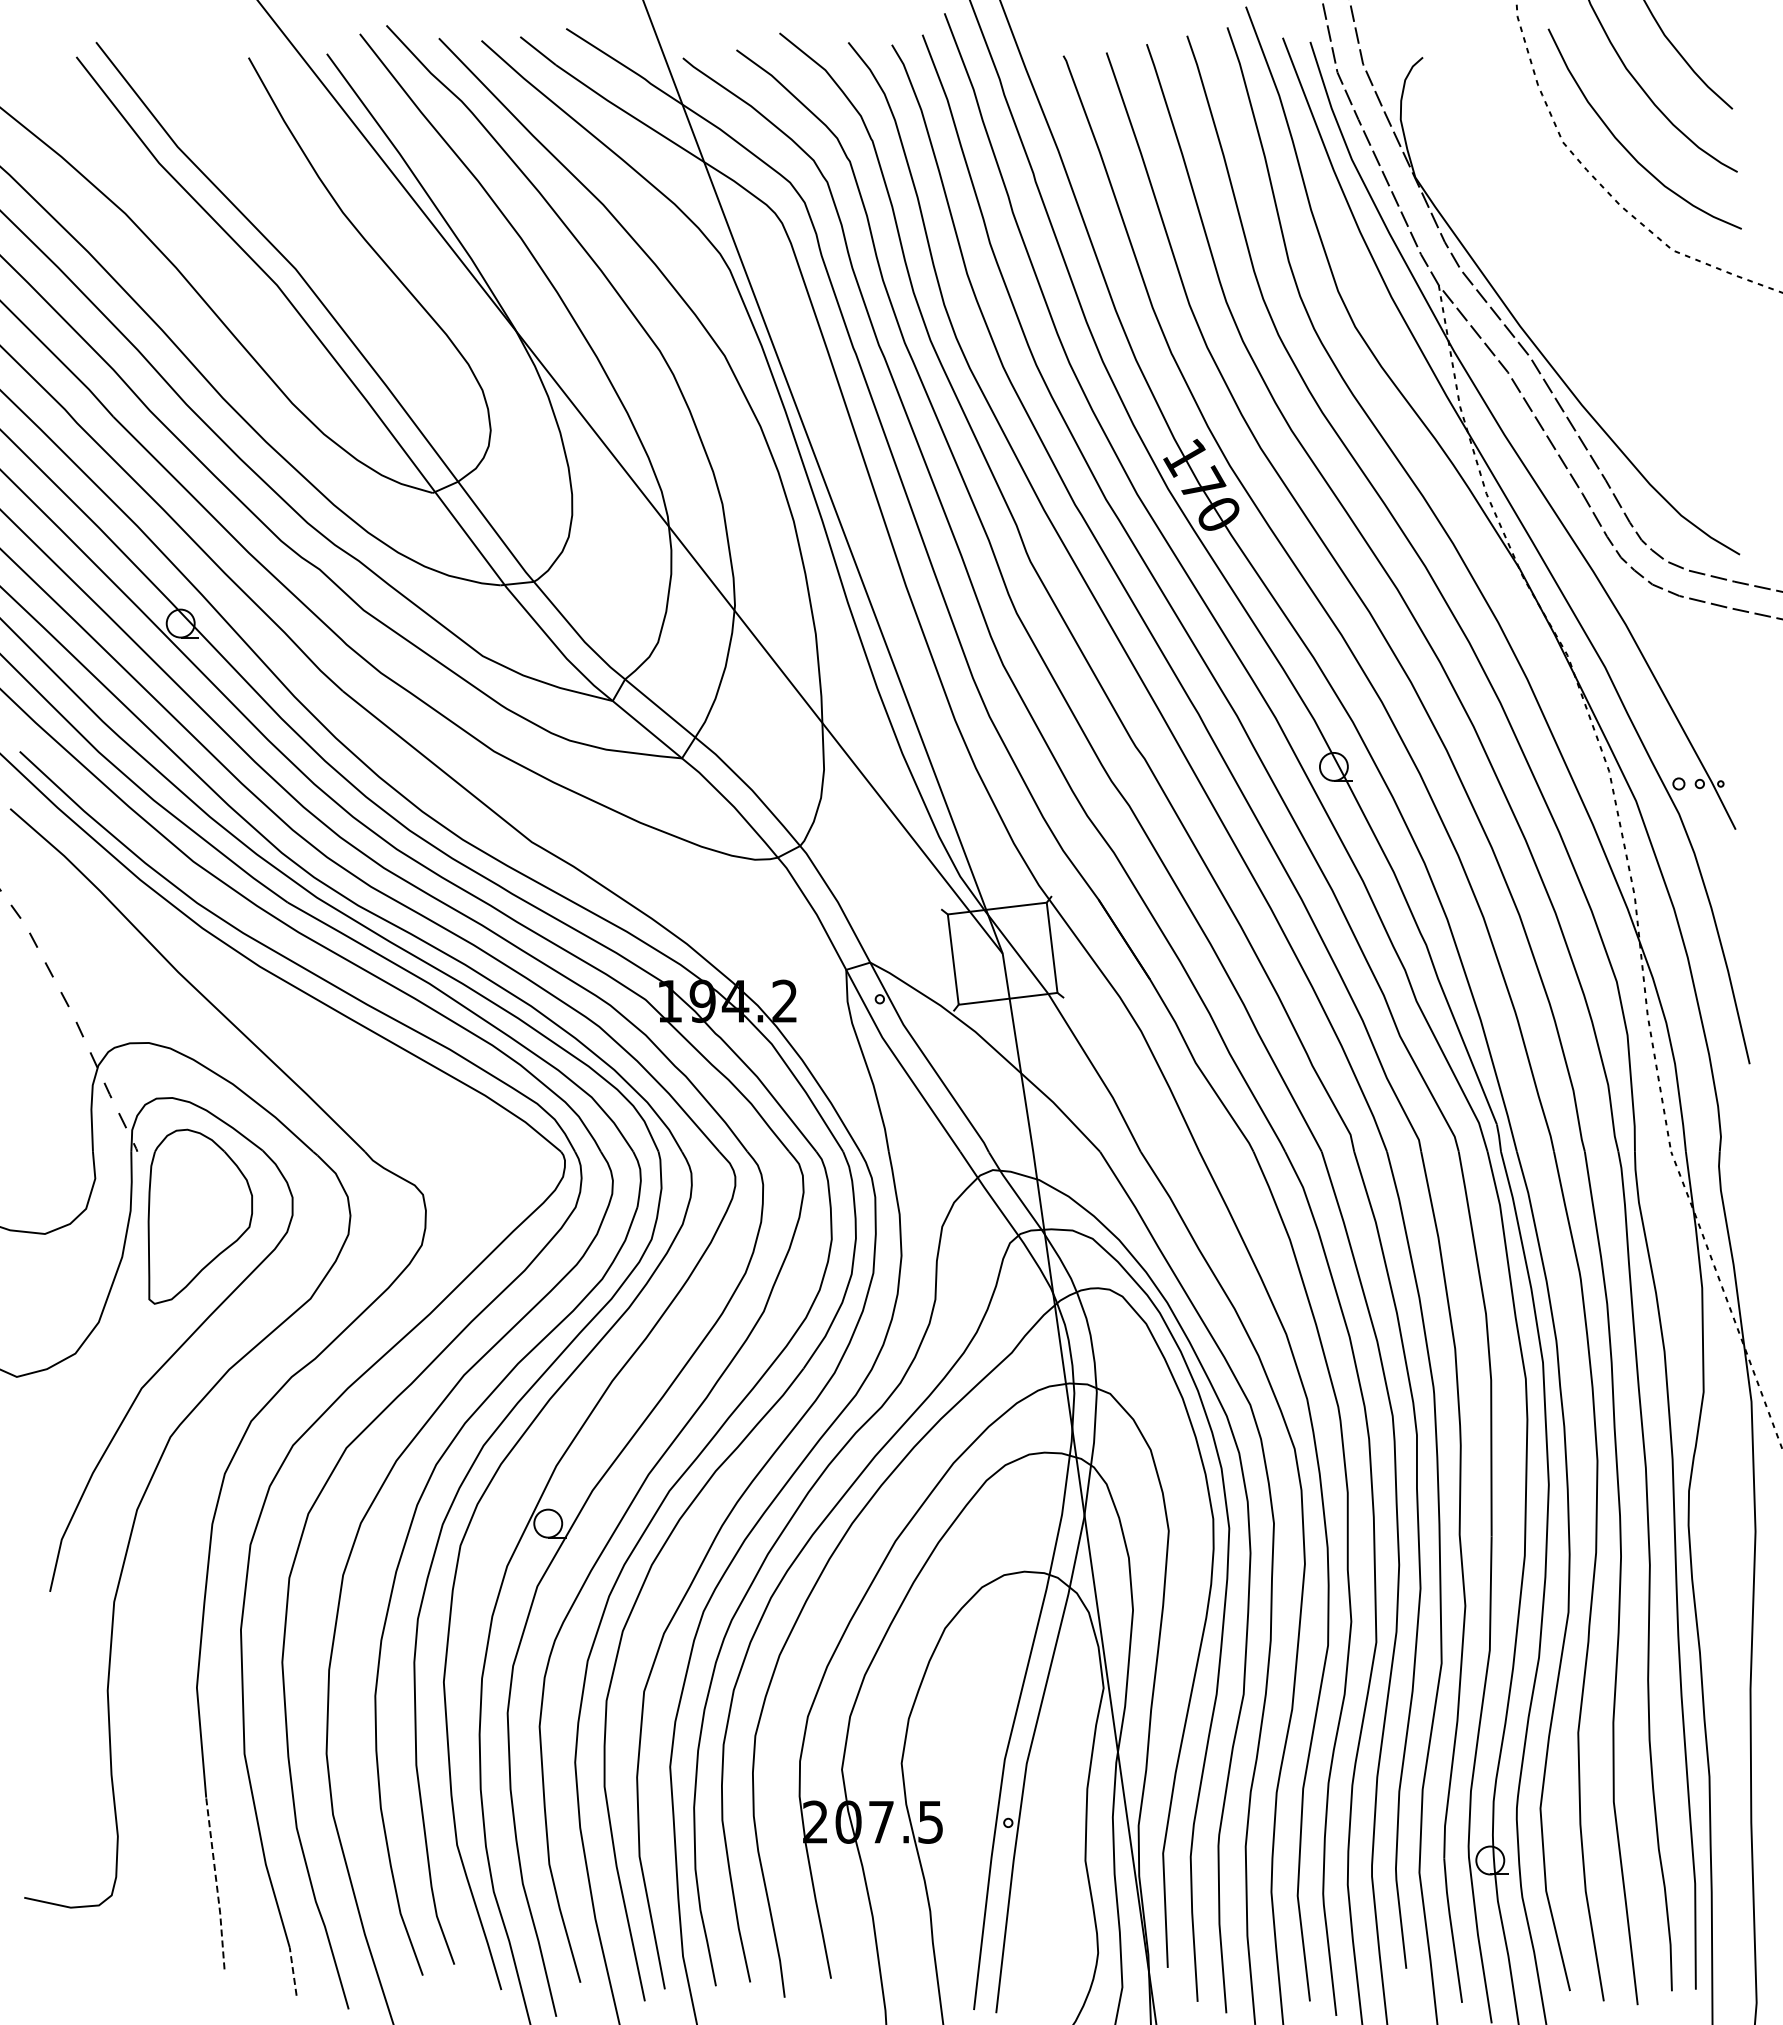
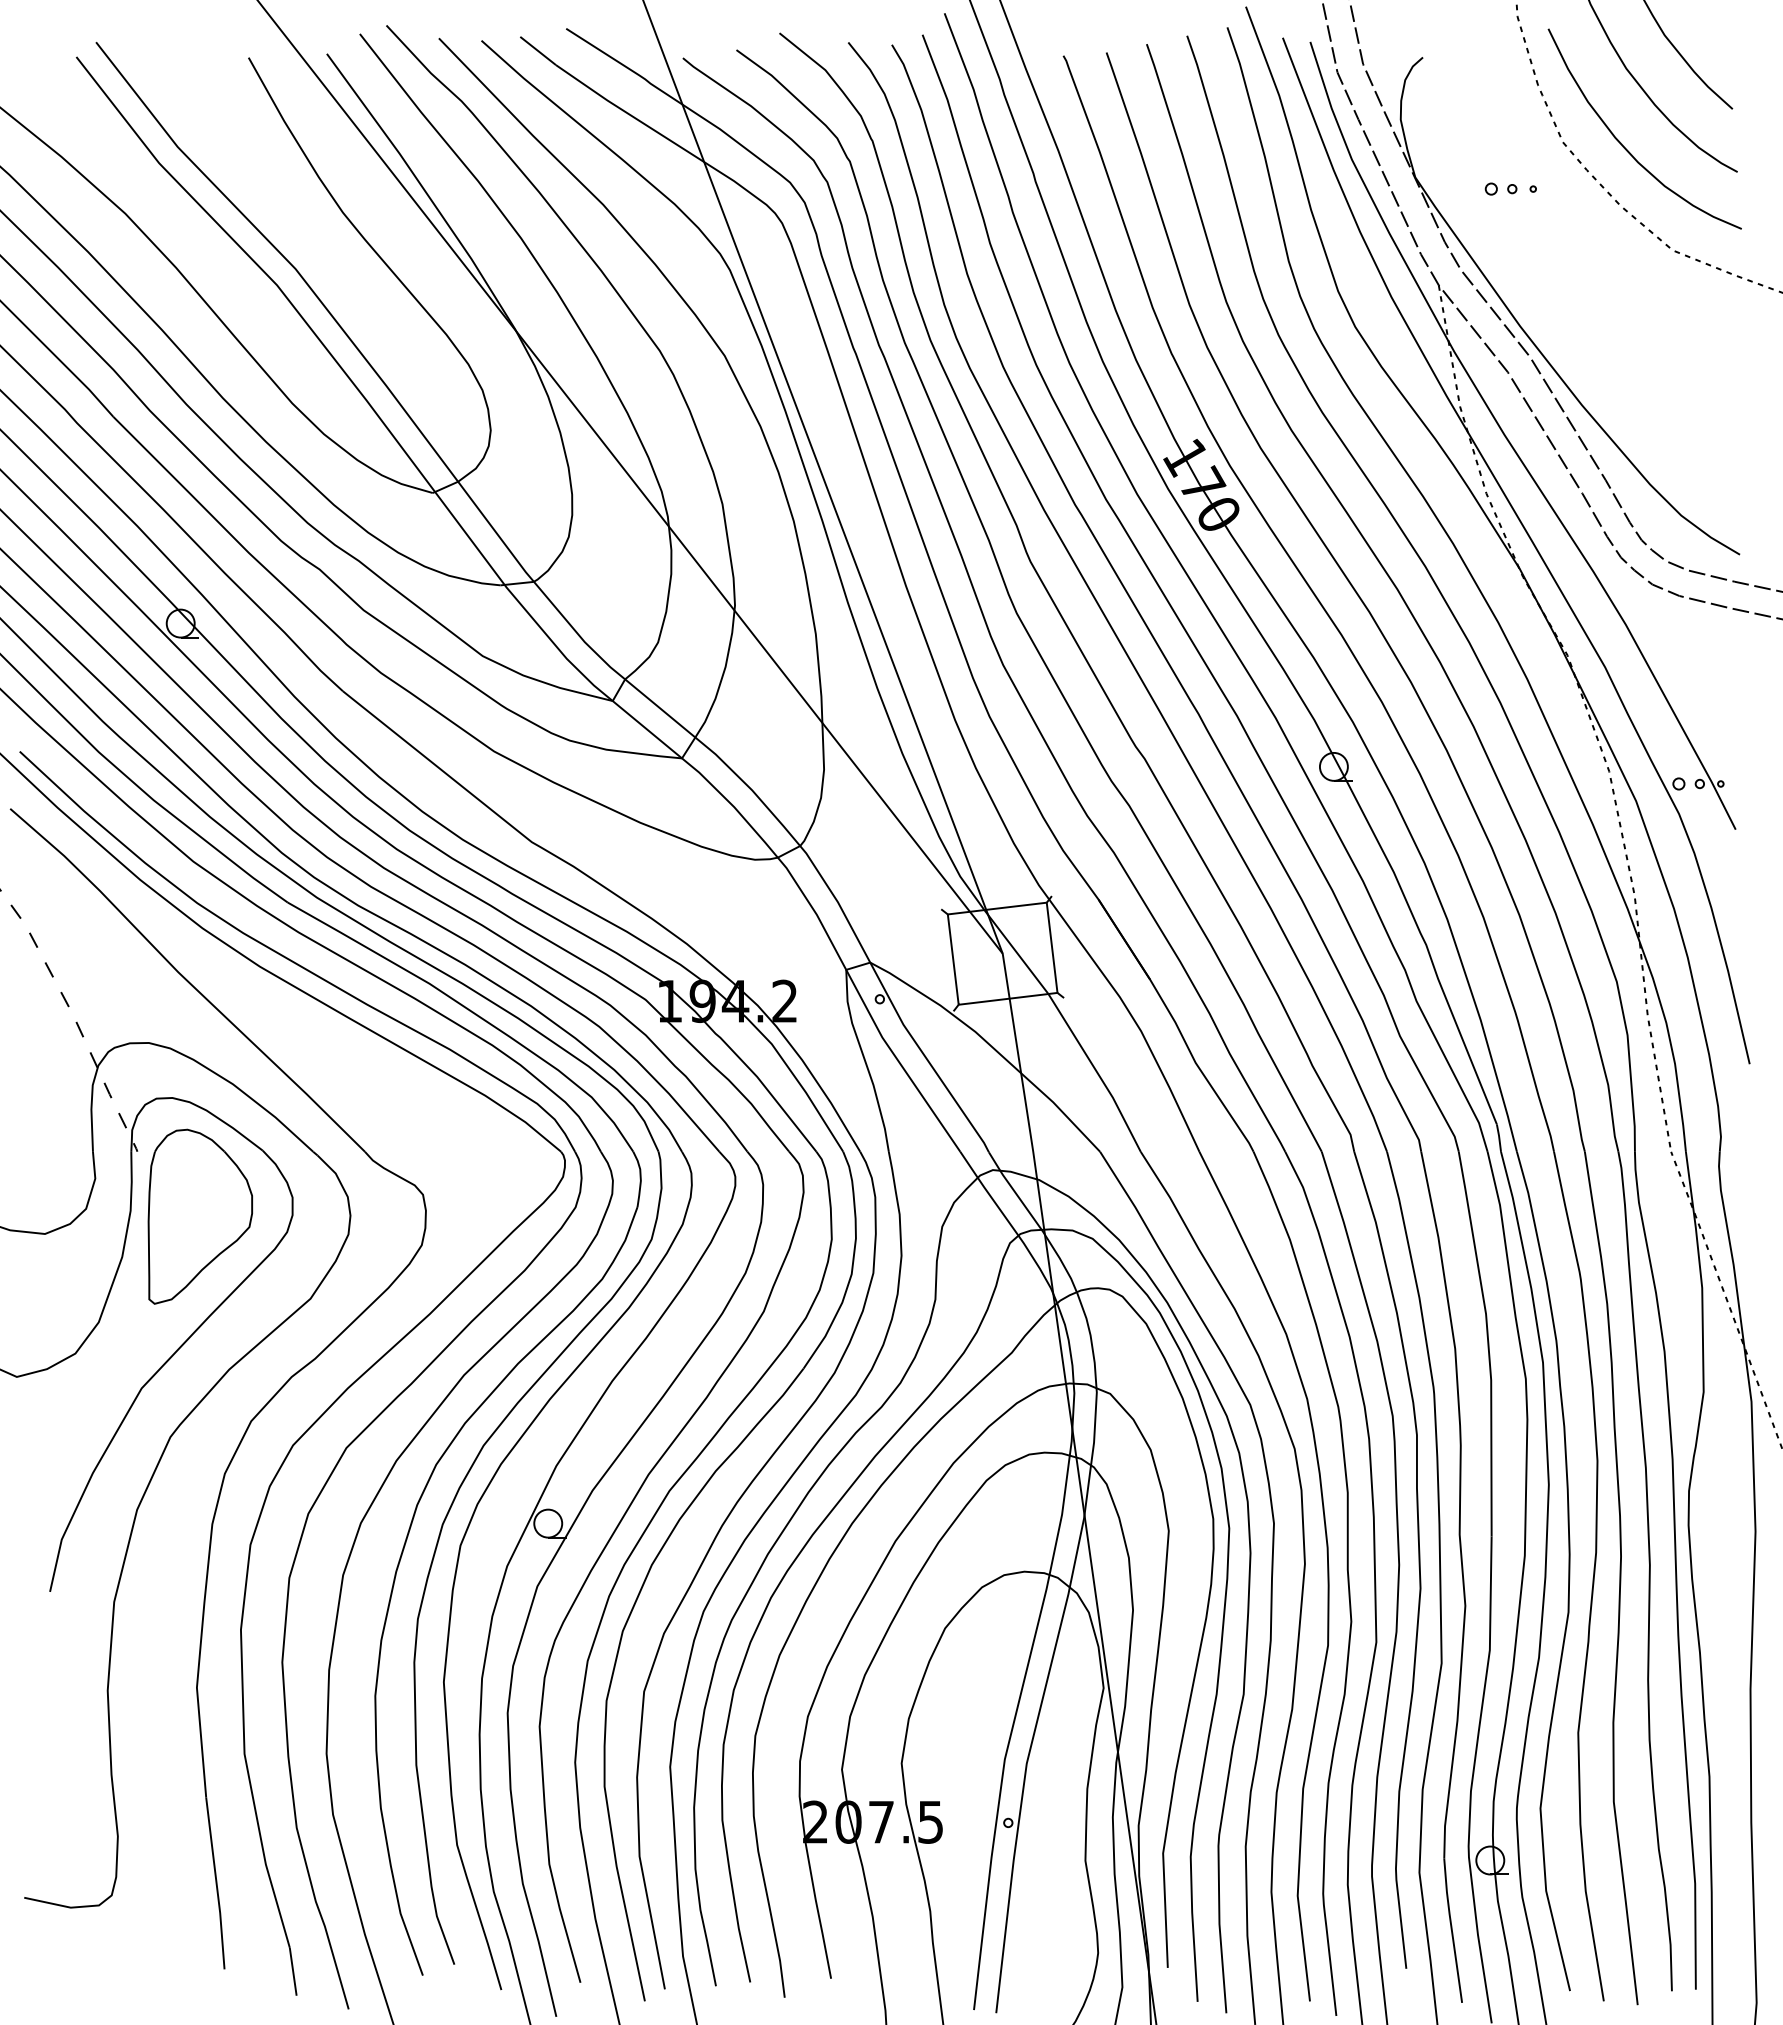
part at (1510, 188): none -> present
line at (216, 1883): dashed -> solid
line at (293, 1971): dashed -> solid
